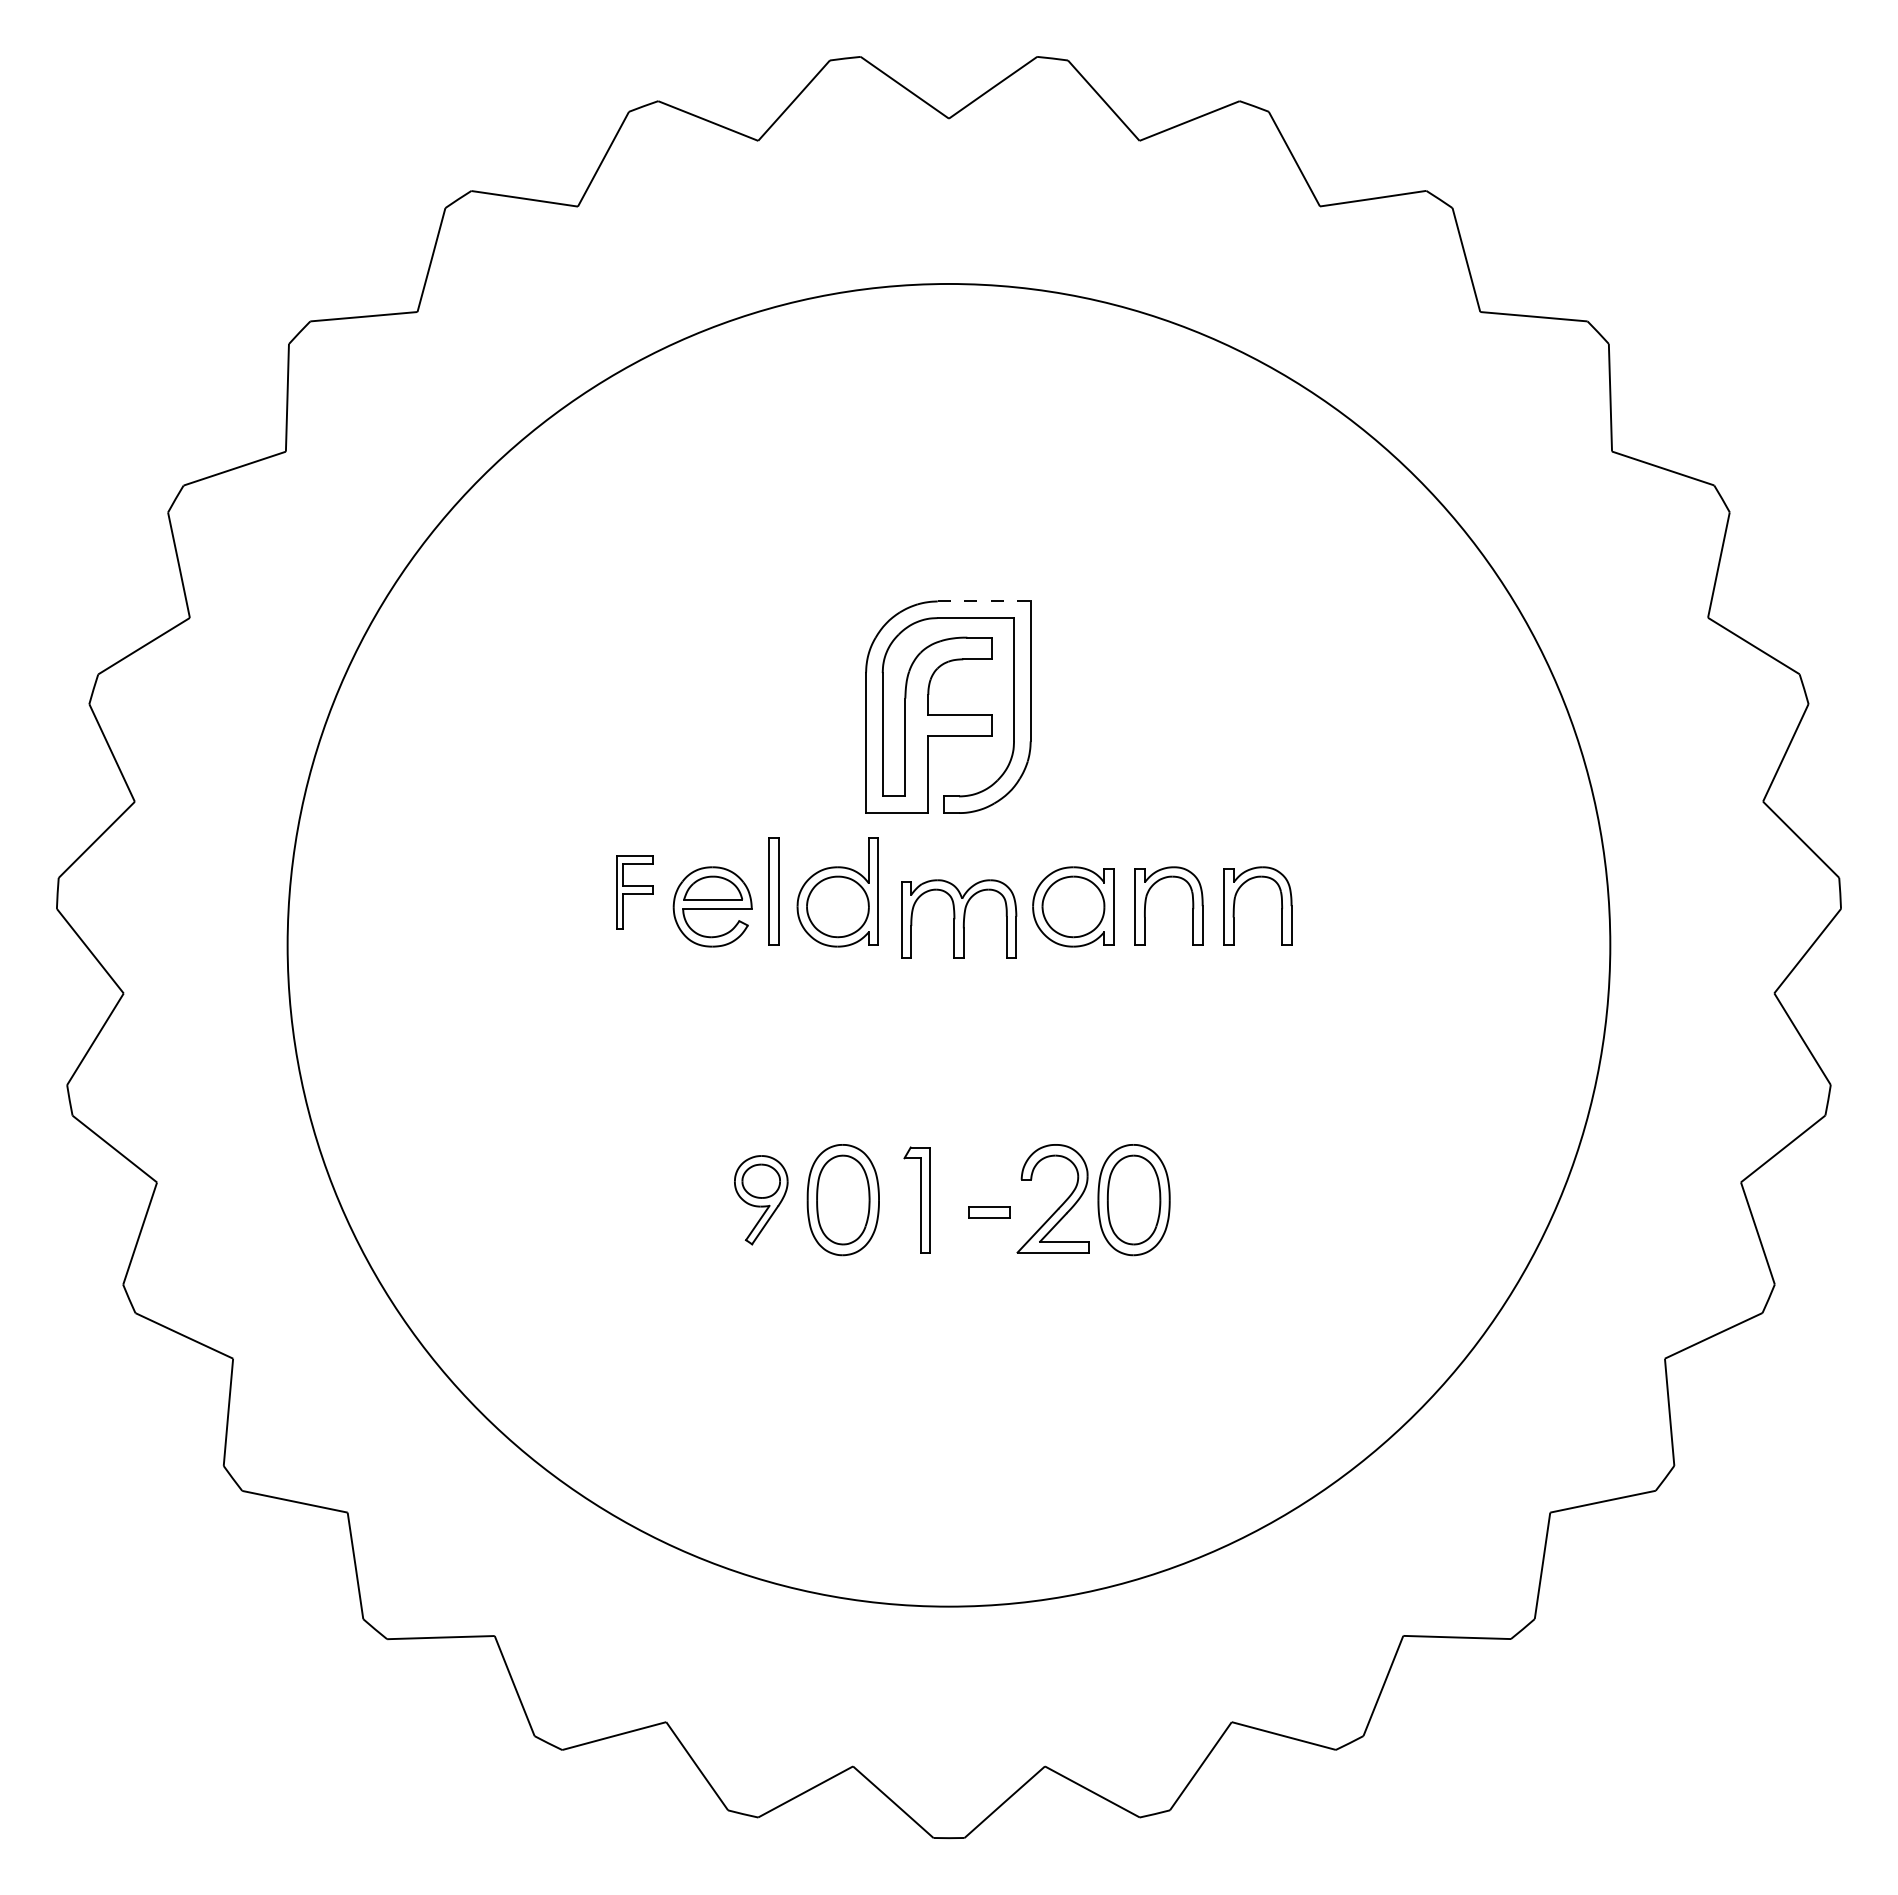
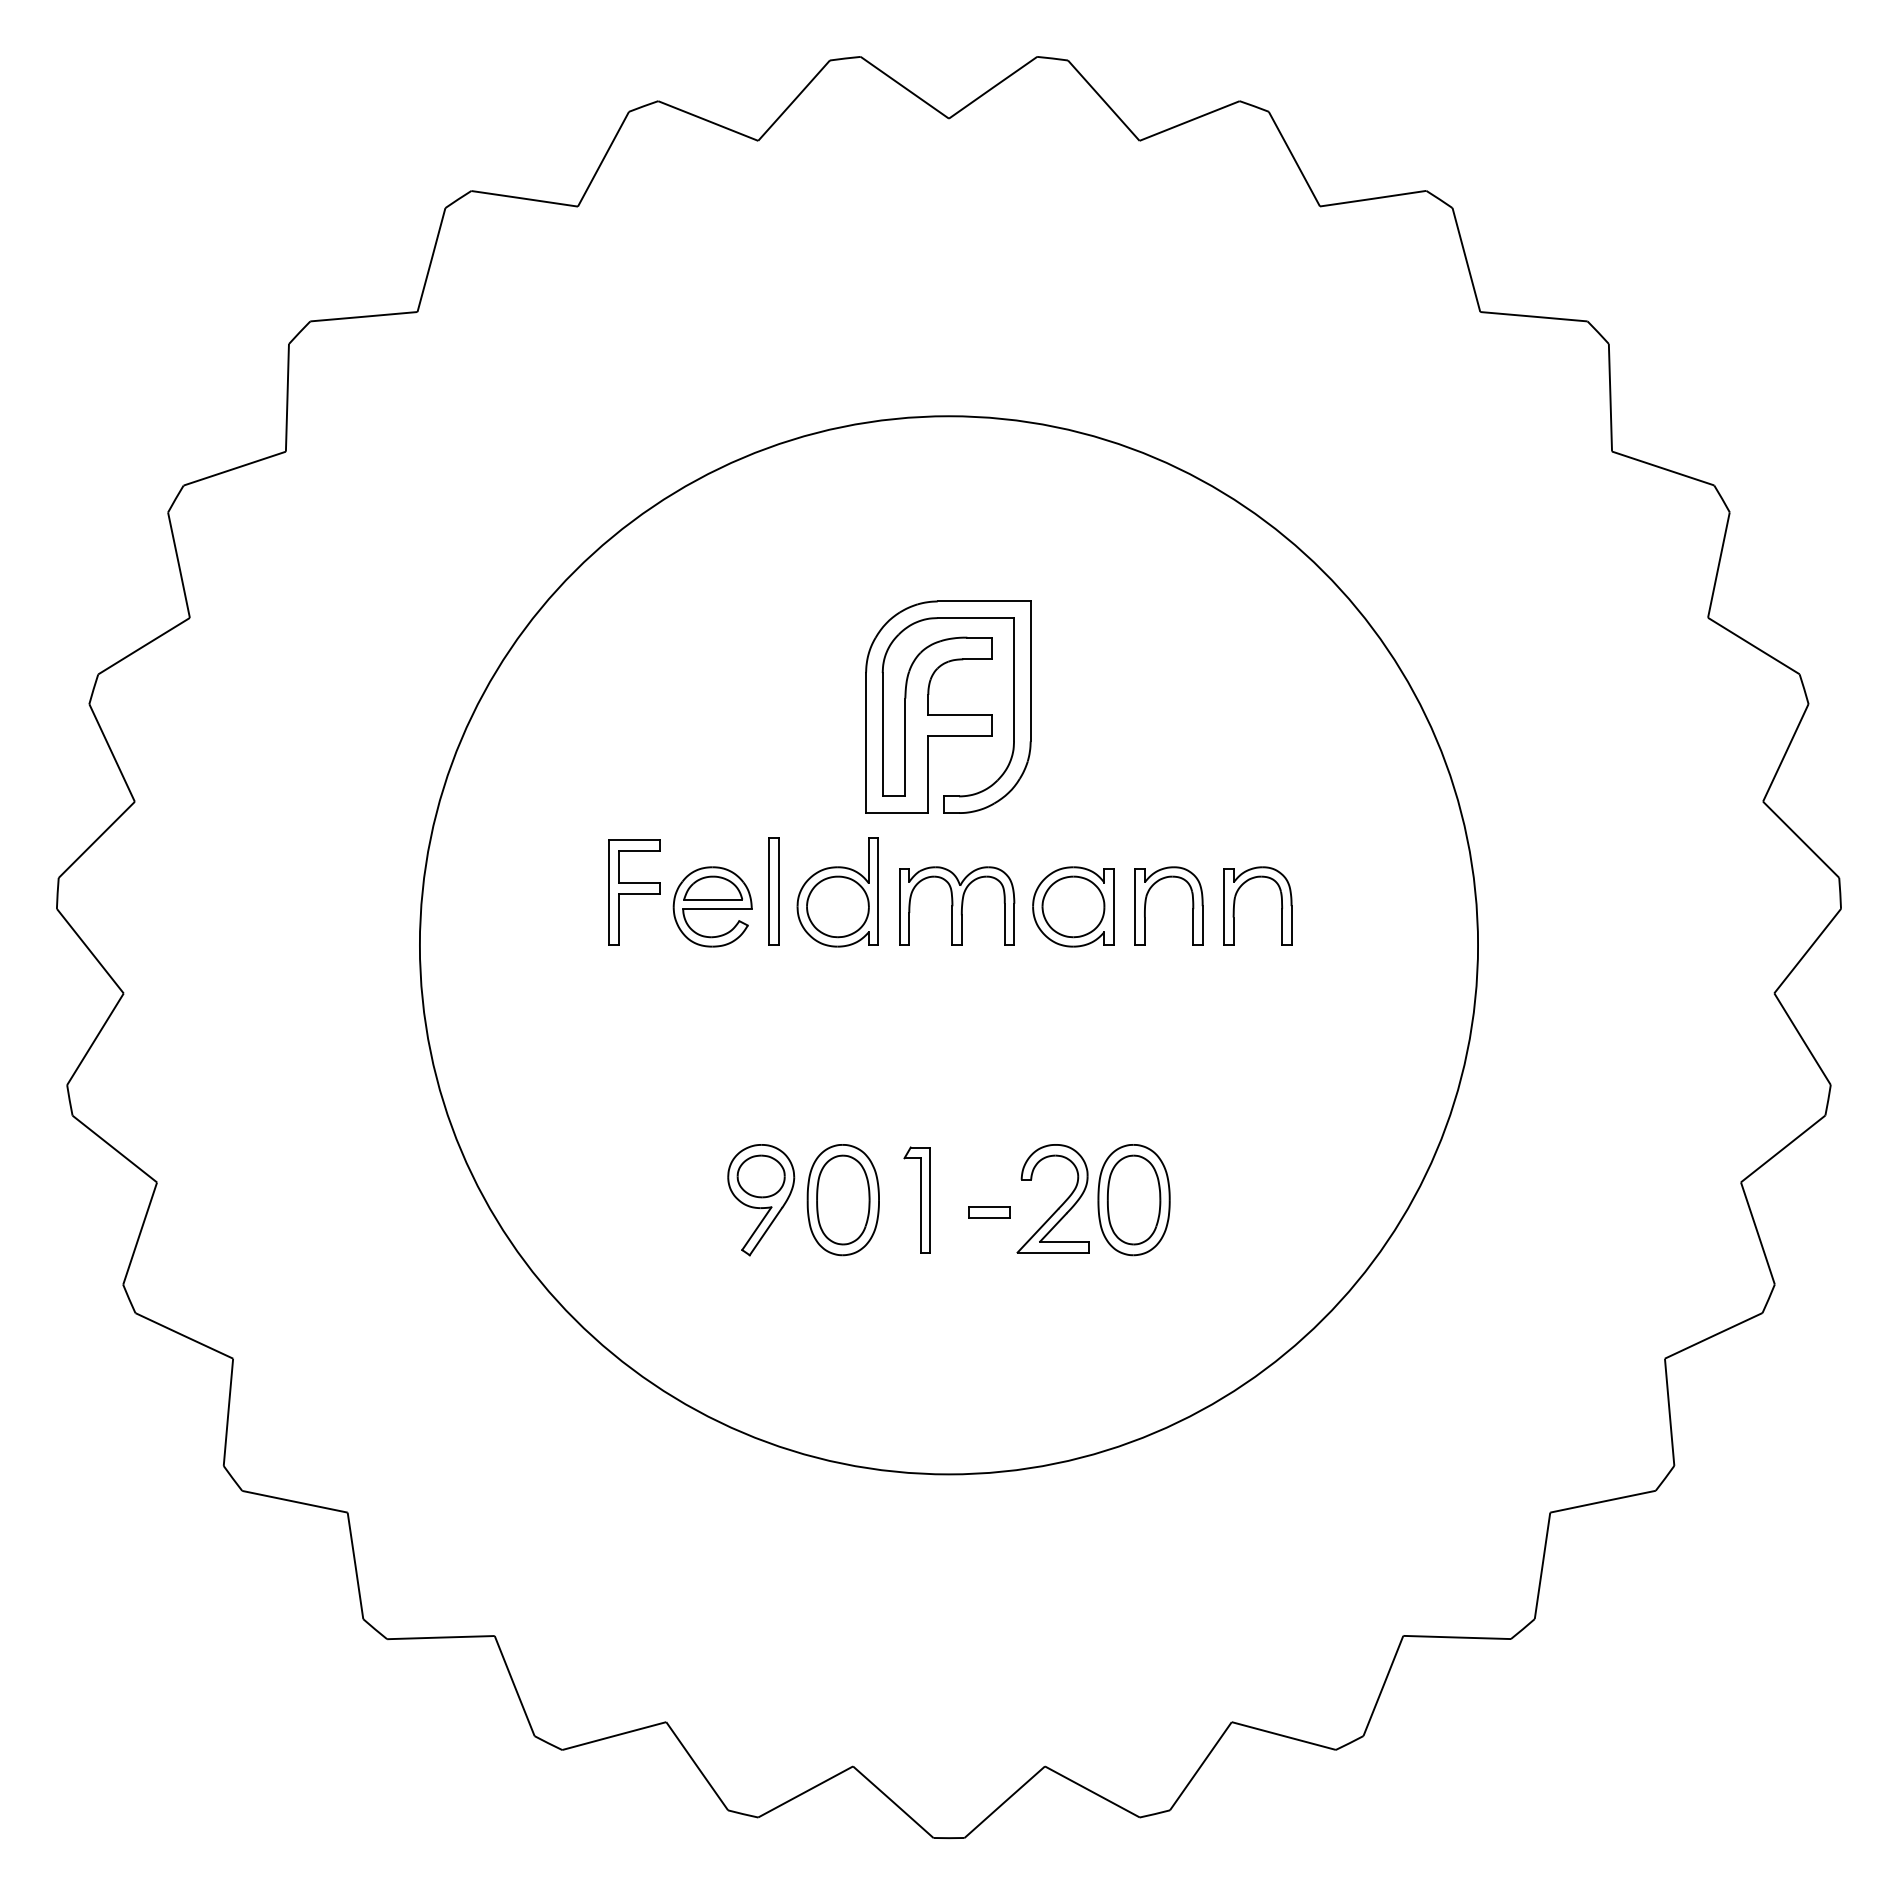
line at (984, 601): dashed -> solid
part at (634, 892) size: 38x75 px -> 53x107 px
part at (959, 918) position: (959, 918) -> (957, 905)
circle at (948, 944) diameter: 1323 px -> 1058 px
part at (761, 1200) size: 55x91 px -> 69x113 px
